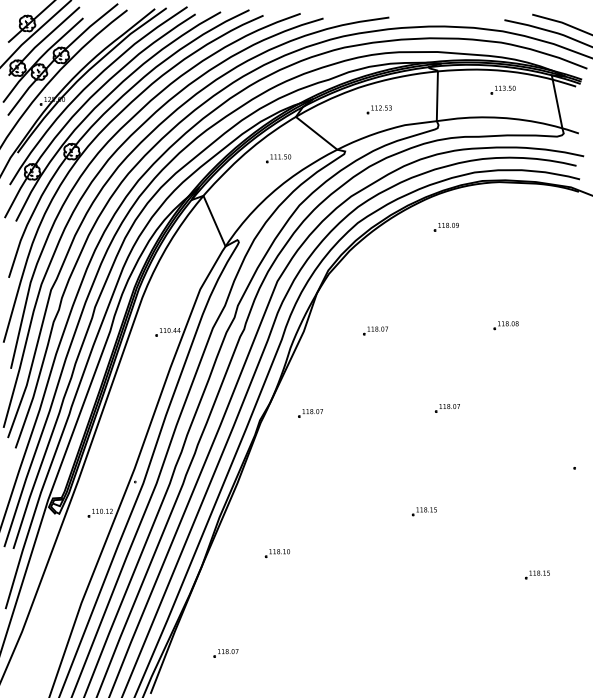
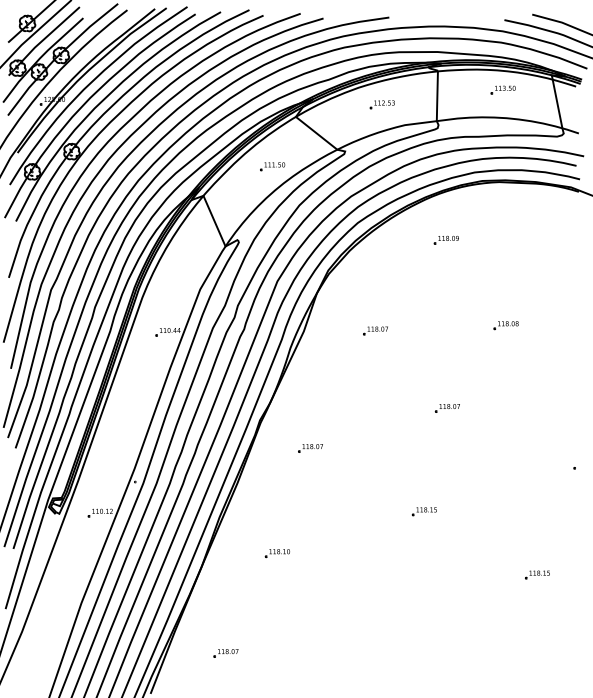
part at (378, 109) position: (378, 109) -> (381, 104)
part at (278, 158) position: (278, 158) -> (272, 166)
part at (445, 226) position: (445, 226) -> (445, 239)
part at (310, 413) position: (310, 413) -> (310, 448)
